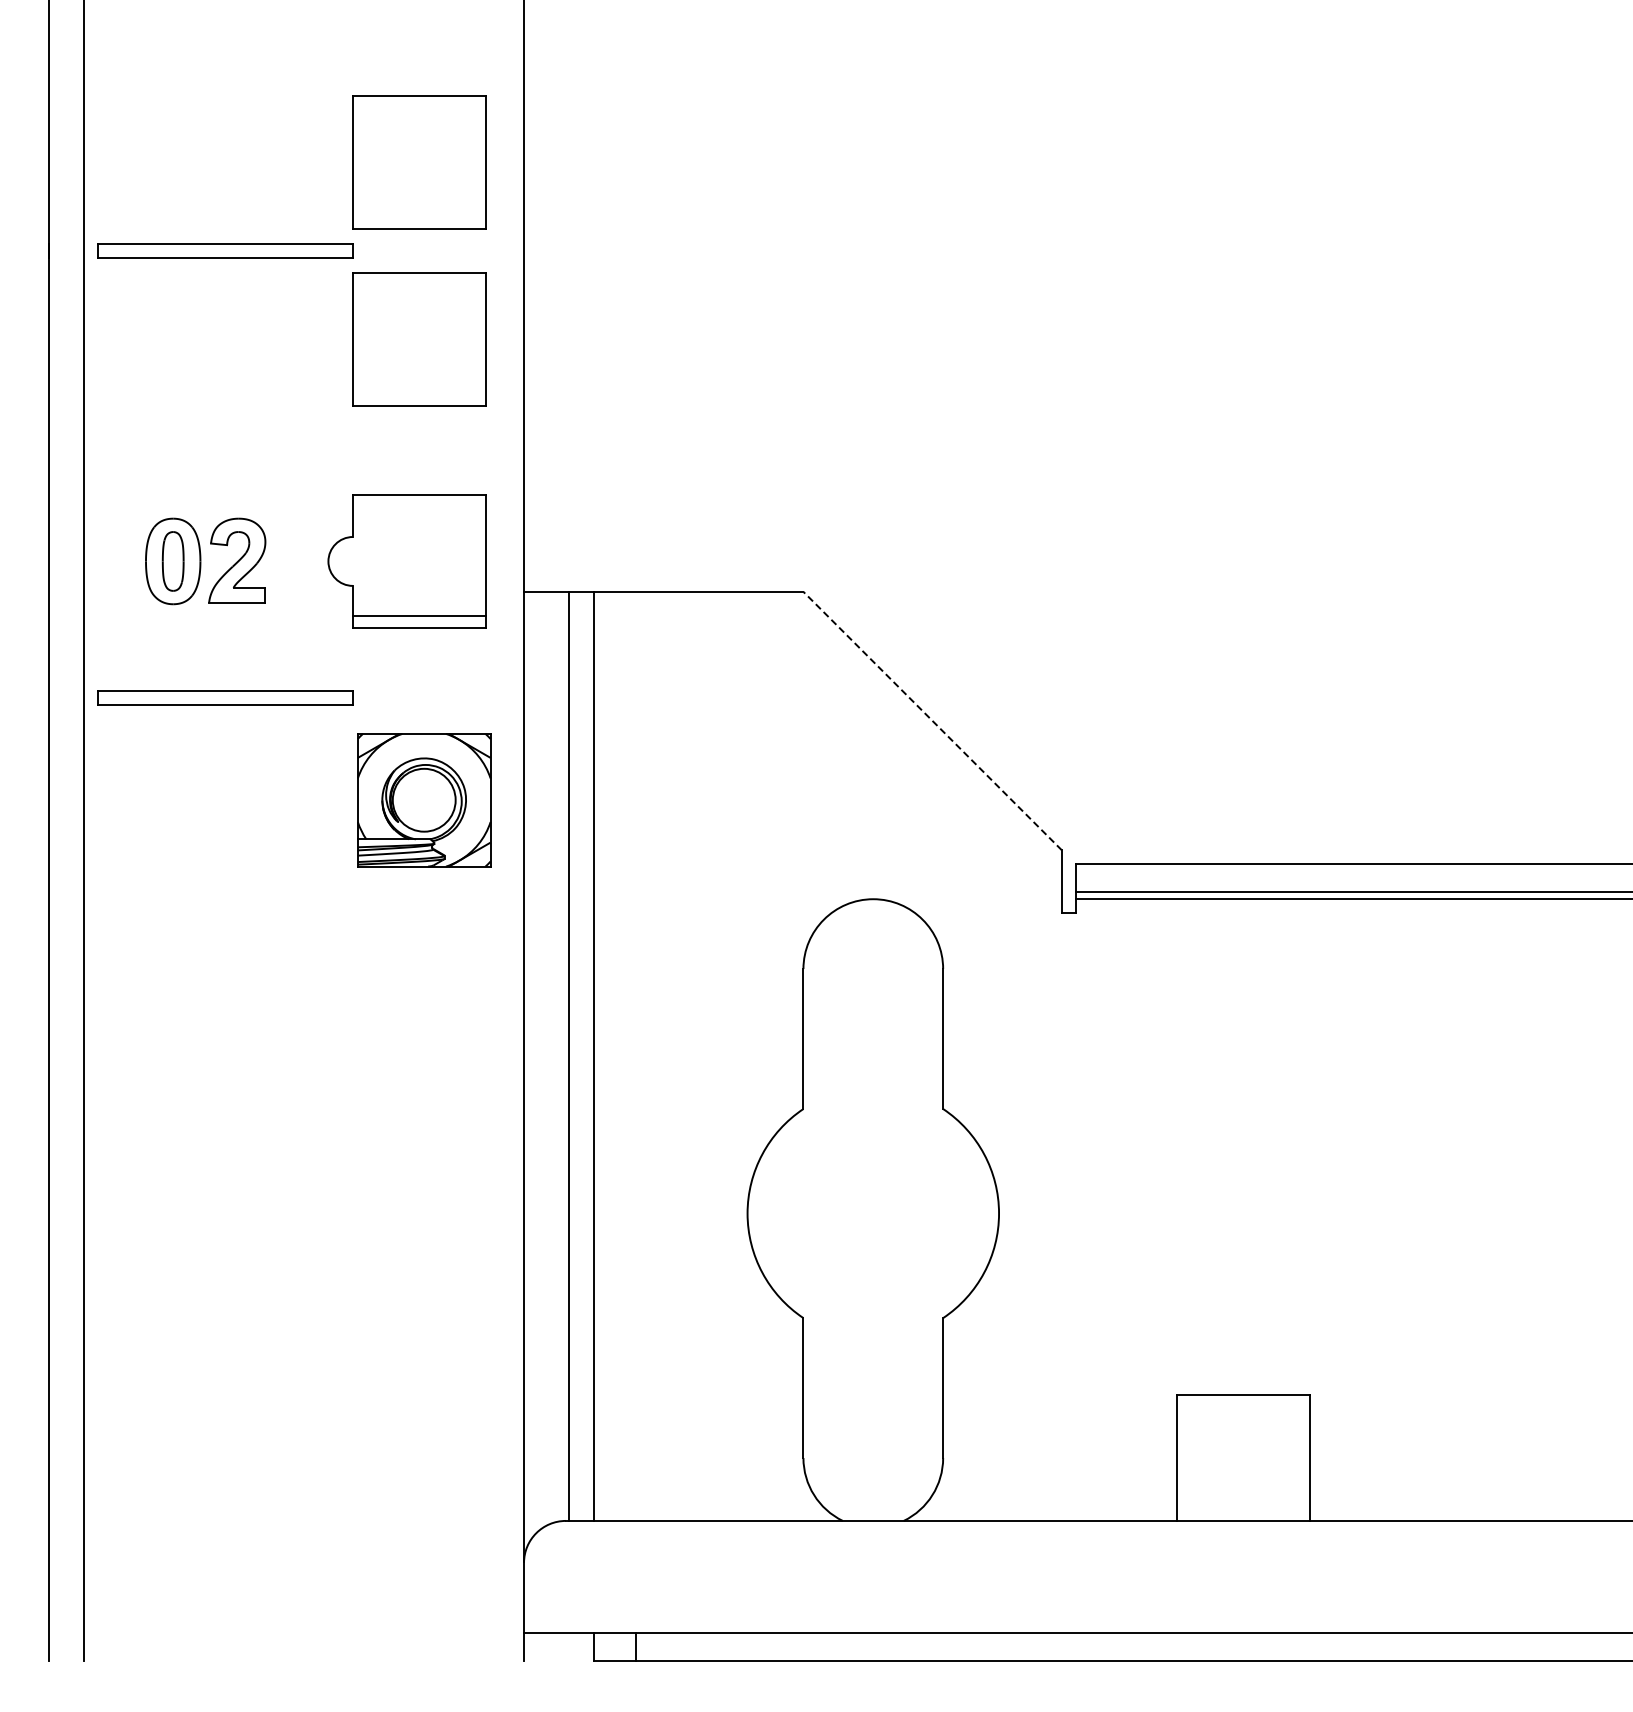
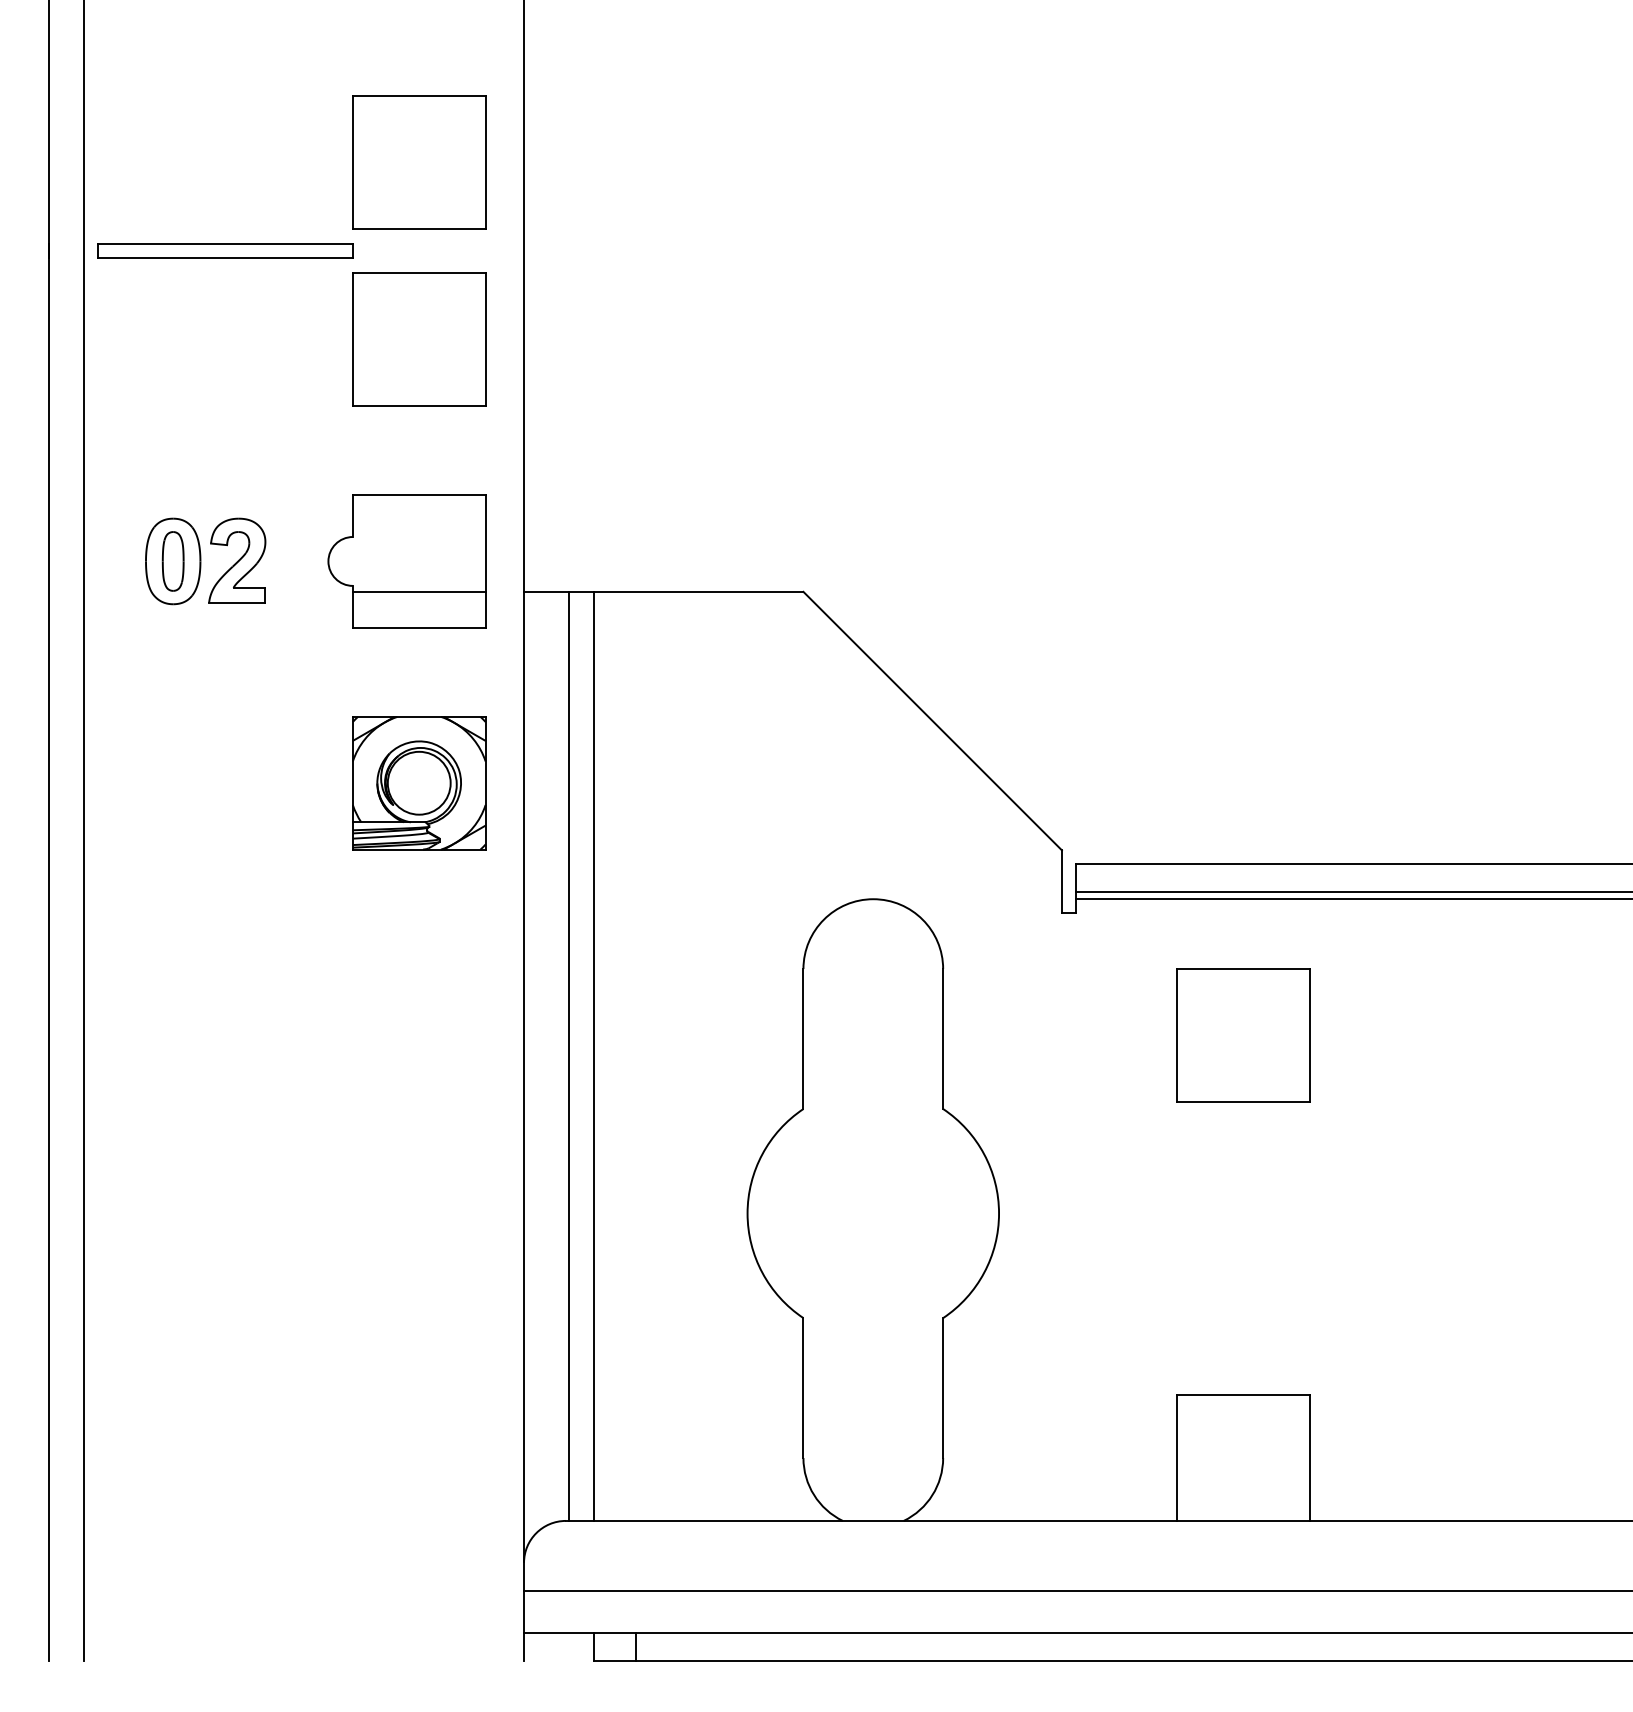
line at (418, 615) position: (418, 615) -> (418, 591)
part at (225, 697): present -> none
line at (932, 721): dashed -> solid
part at (424, 800) position: (424, 800) -> (419, 783)
part at (1243, 1035): none -> present
line at (1076, 1590): none -> present
